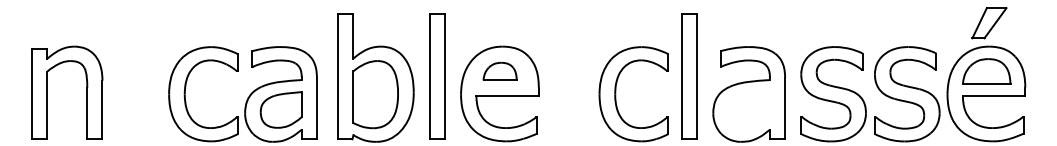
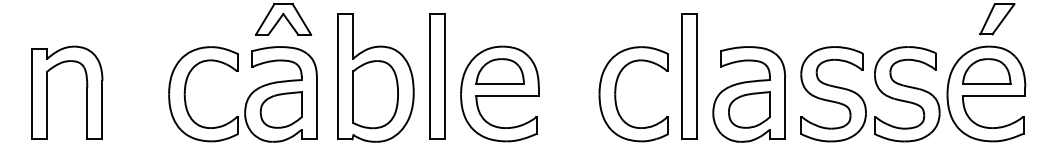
part at (283, 19): none -> present
part at (989, 23) position: (989, 23) -> (997, 19)
part at (499, 71) size: 36x19 px -> 50x27 px
part at (749, 109): none -> present
